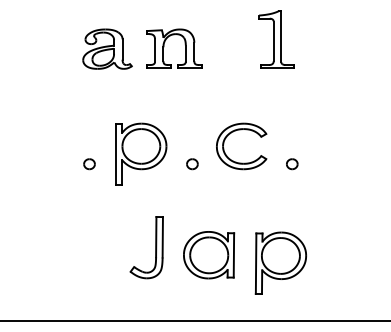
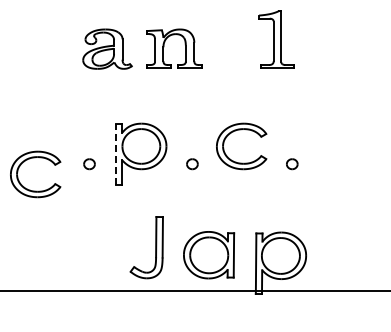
line at (116, 154): solid -> dashed
part at (30, 189): none -> present
line at (194, 321) position: (194, 321) -> (194, 291)
